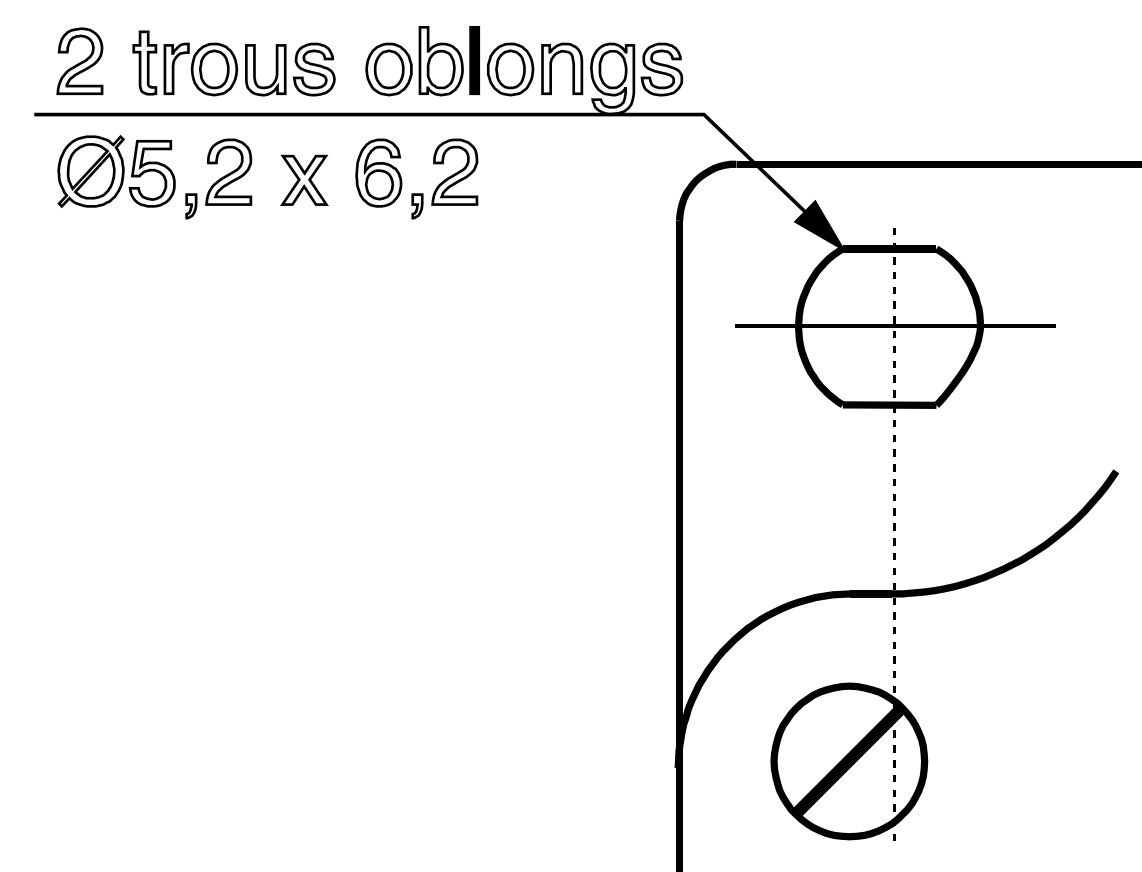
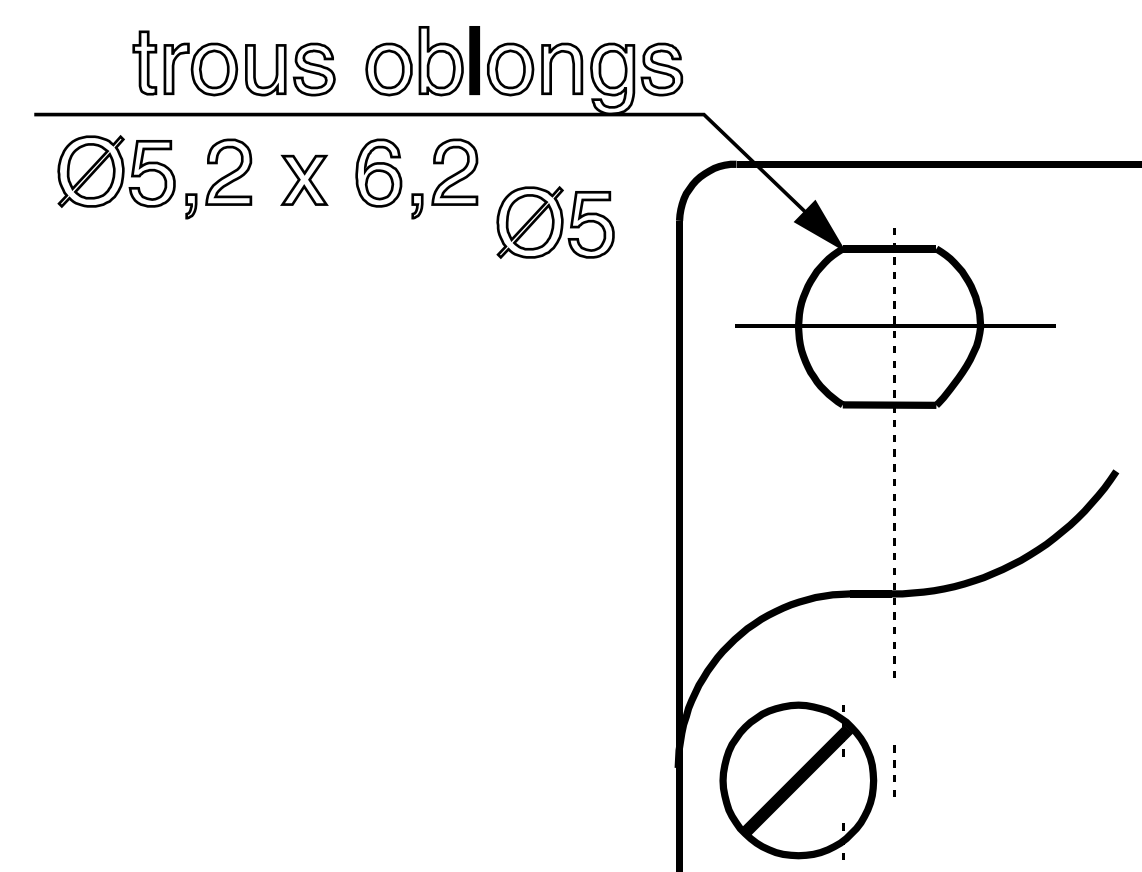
part at (79, 60): present -> none
part at (555, 222): none -> present
part at (849, 761) position: (849, 761) -> (798, 780)
